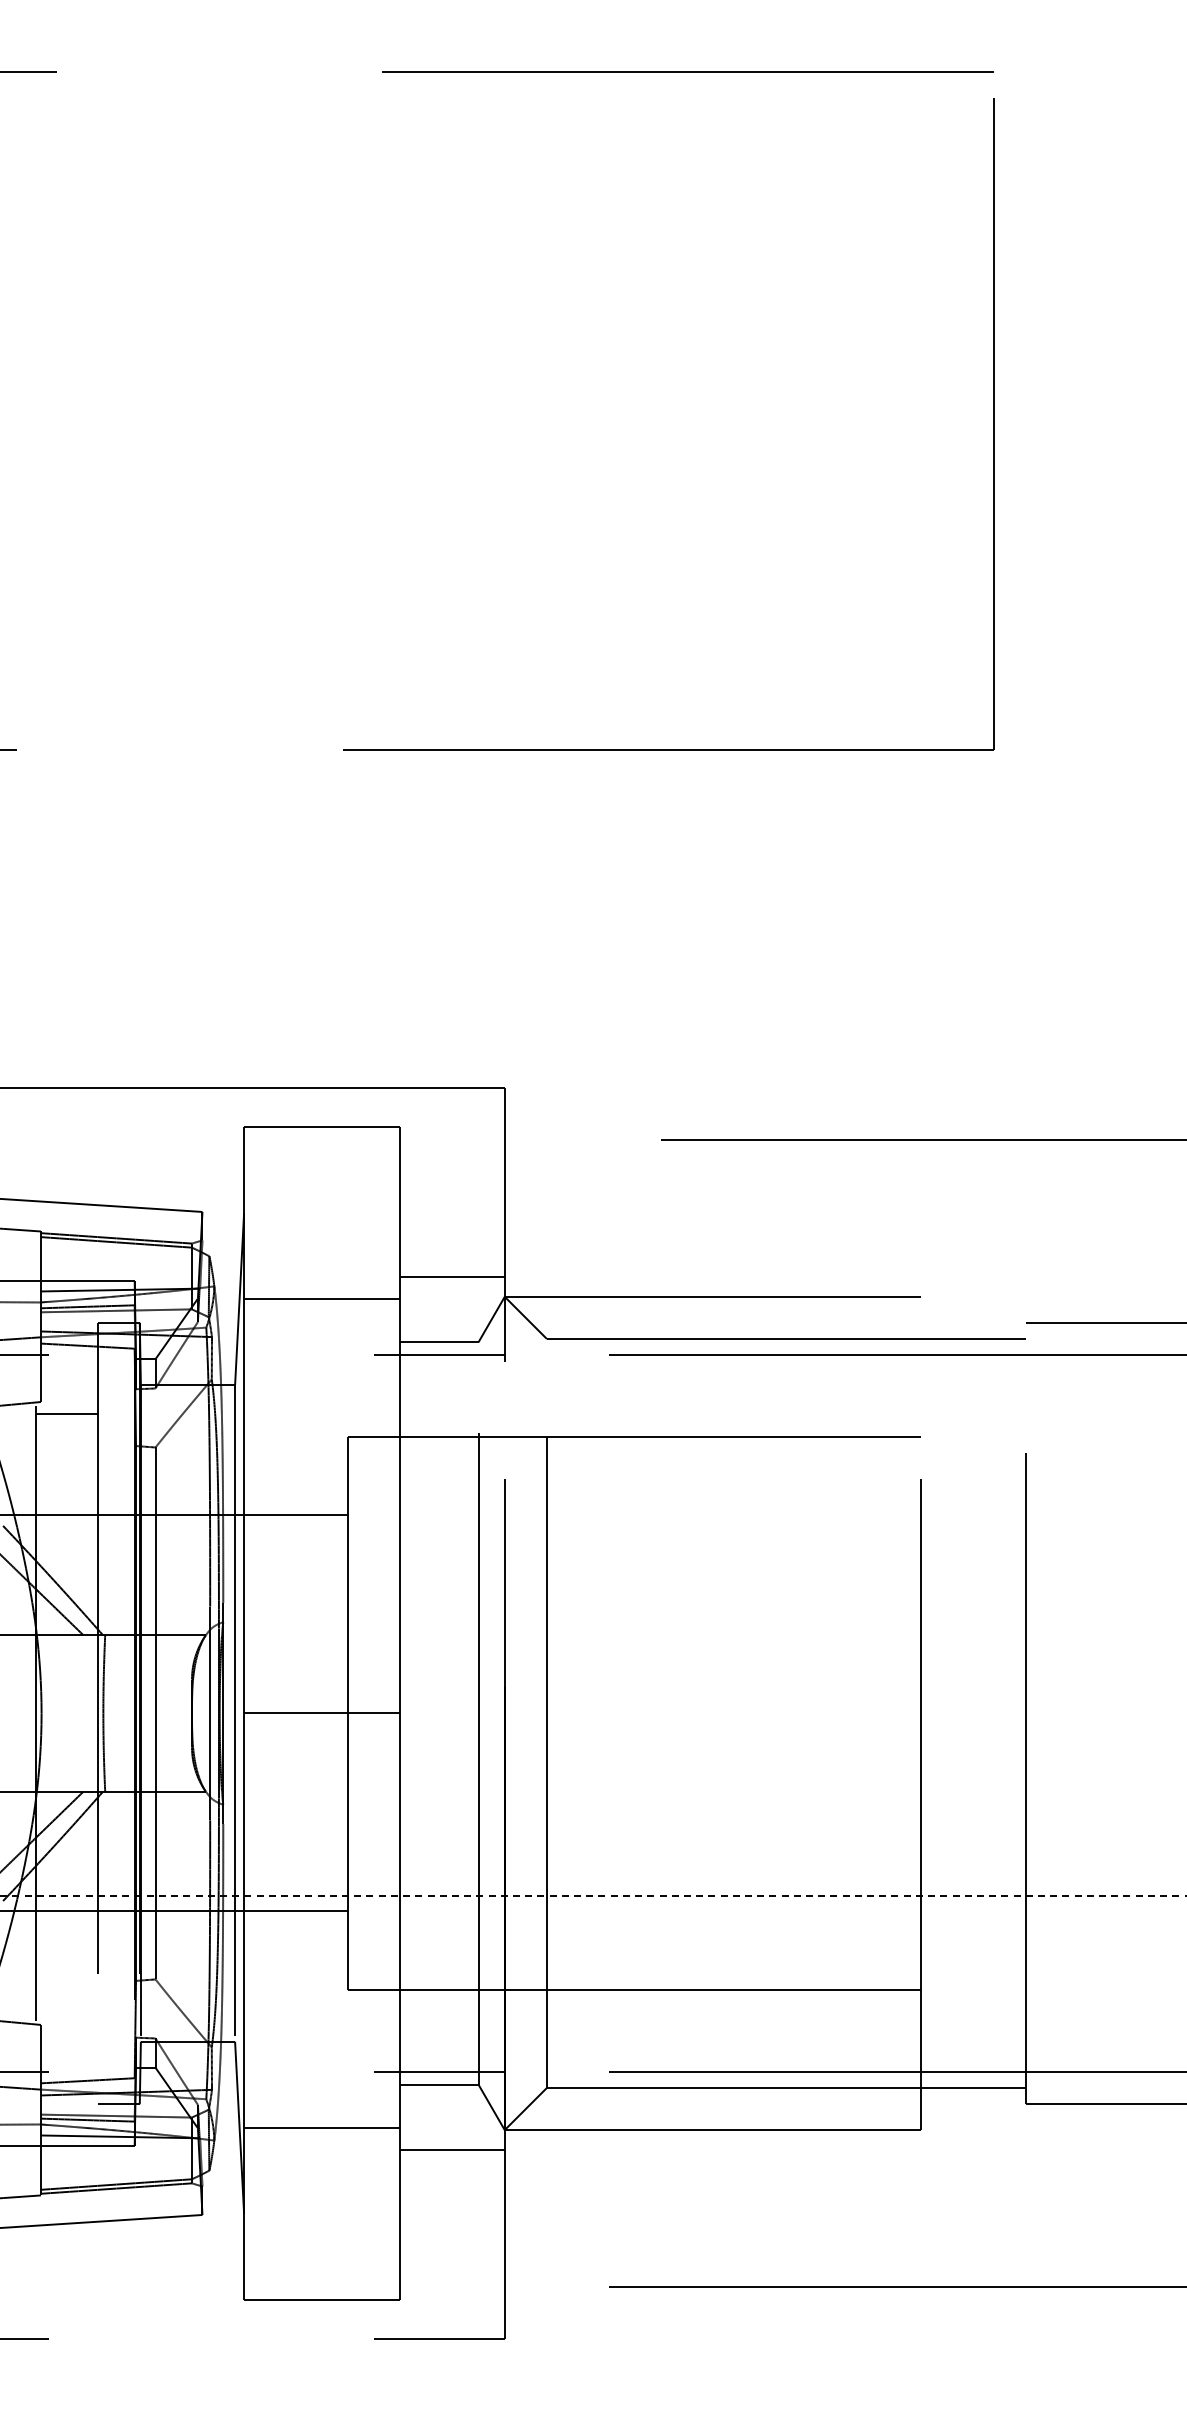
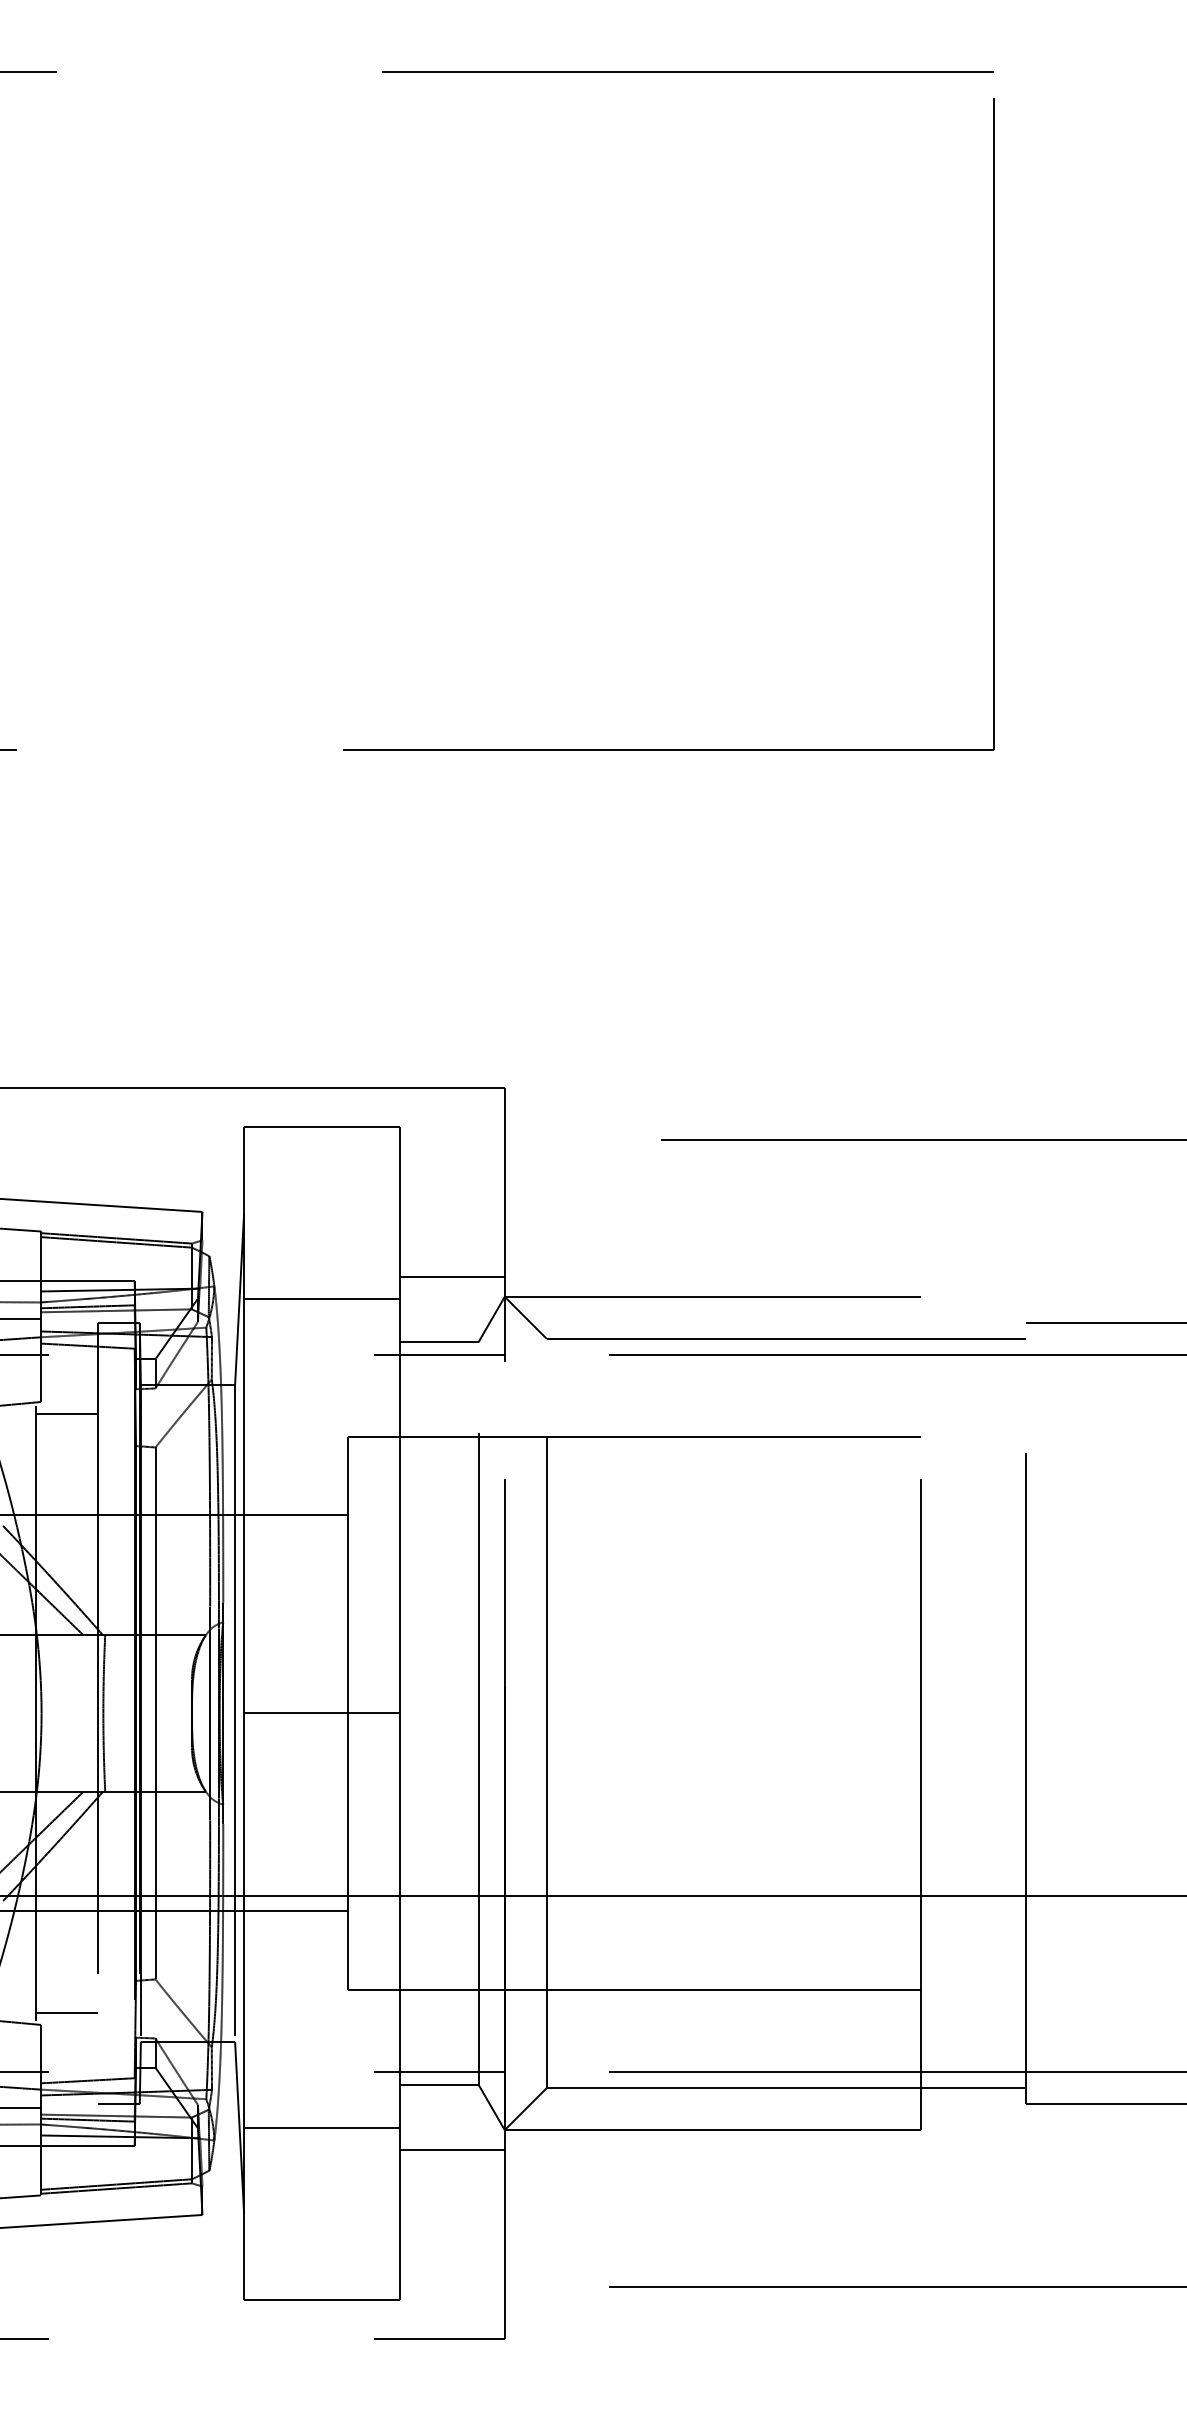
line at (21, 1318): none -> present
line at (594, 1895): dashed -> solid
line at (66, 2013): none -> present
line at (21, 2107): none -> present
